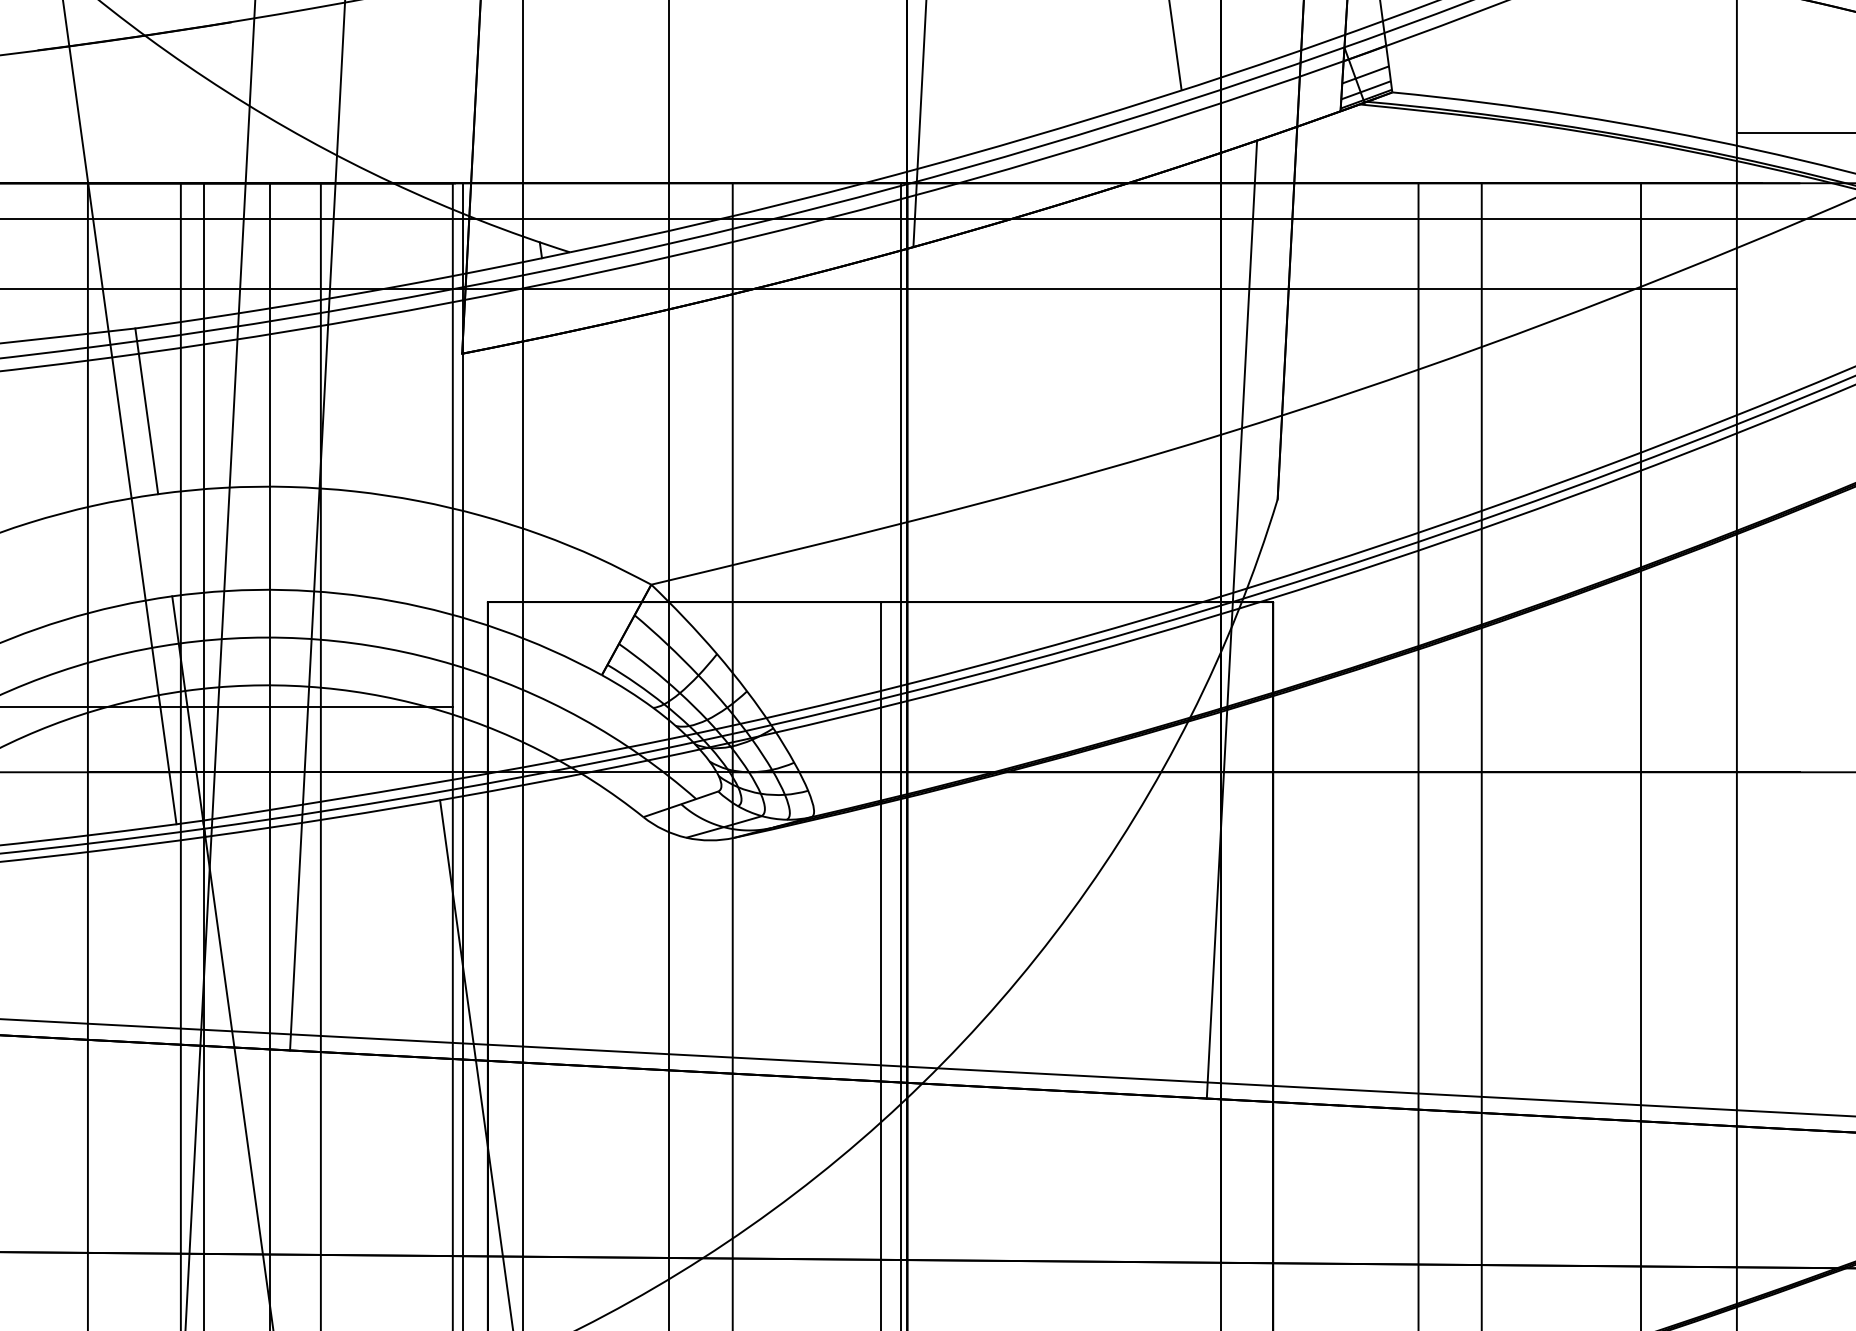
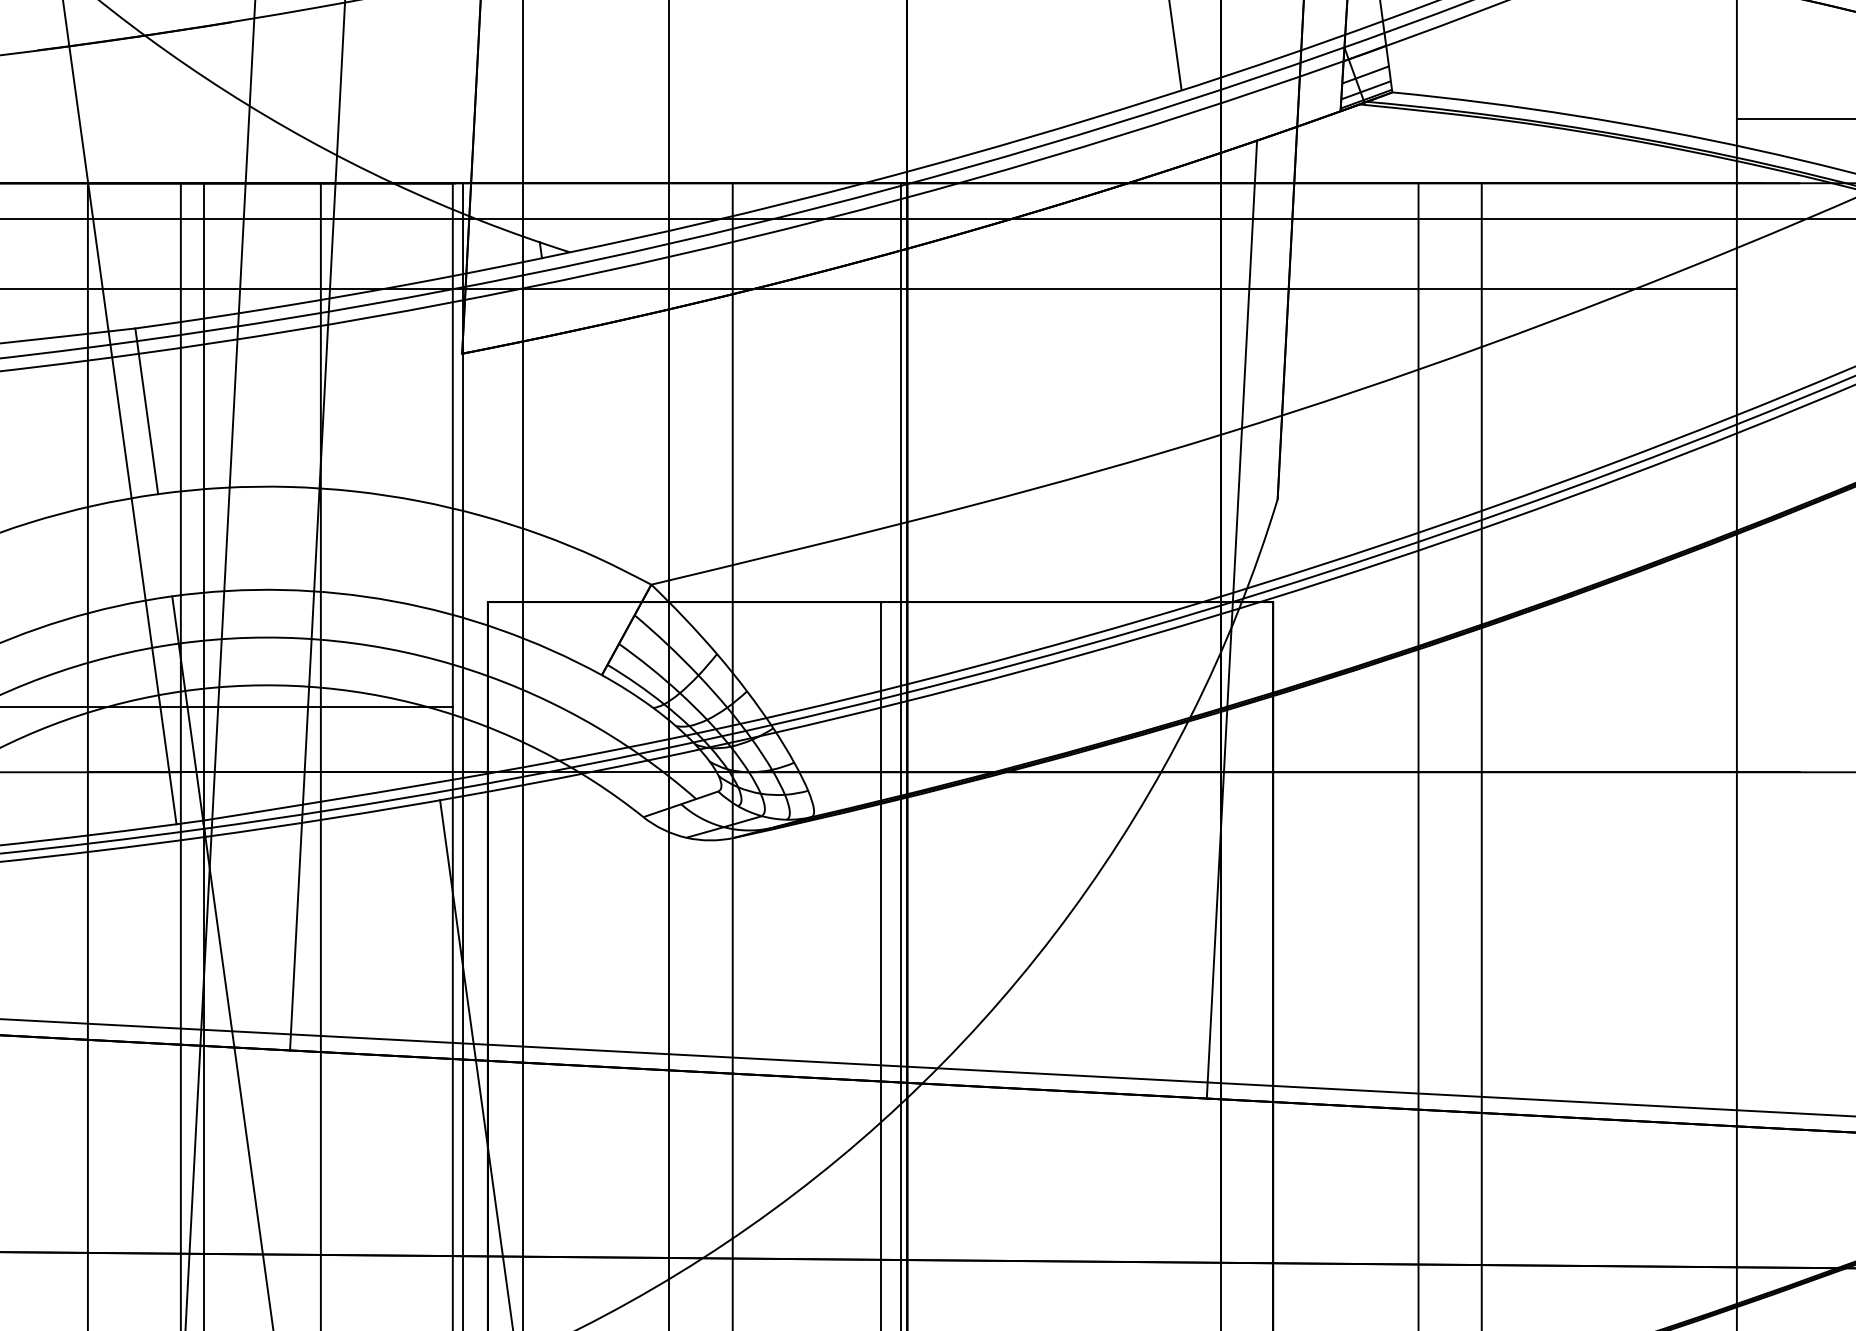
line at (919, 124): present -> none
line at (1794, 132) position: (1794, 132) -> (1794, 118)
line at (270, 755): present -> none
line at (1641, 755): present -> none
